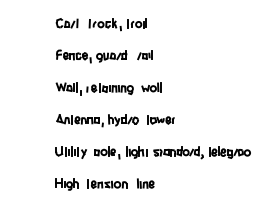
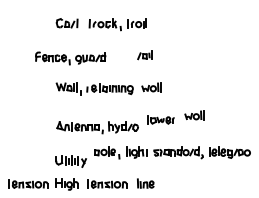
part at (91, 56) position: (91, 56) -> (70, 58)
part at (194, 115): none -> present
part at (97, 120) position: (97, 120) -> (97, 127)
part at (70, 152) position: (70, 152) -> (70, 161)
part at (28, 183): none -> present
